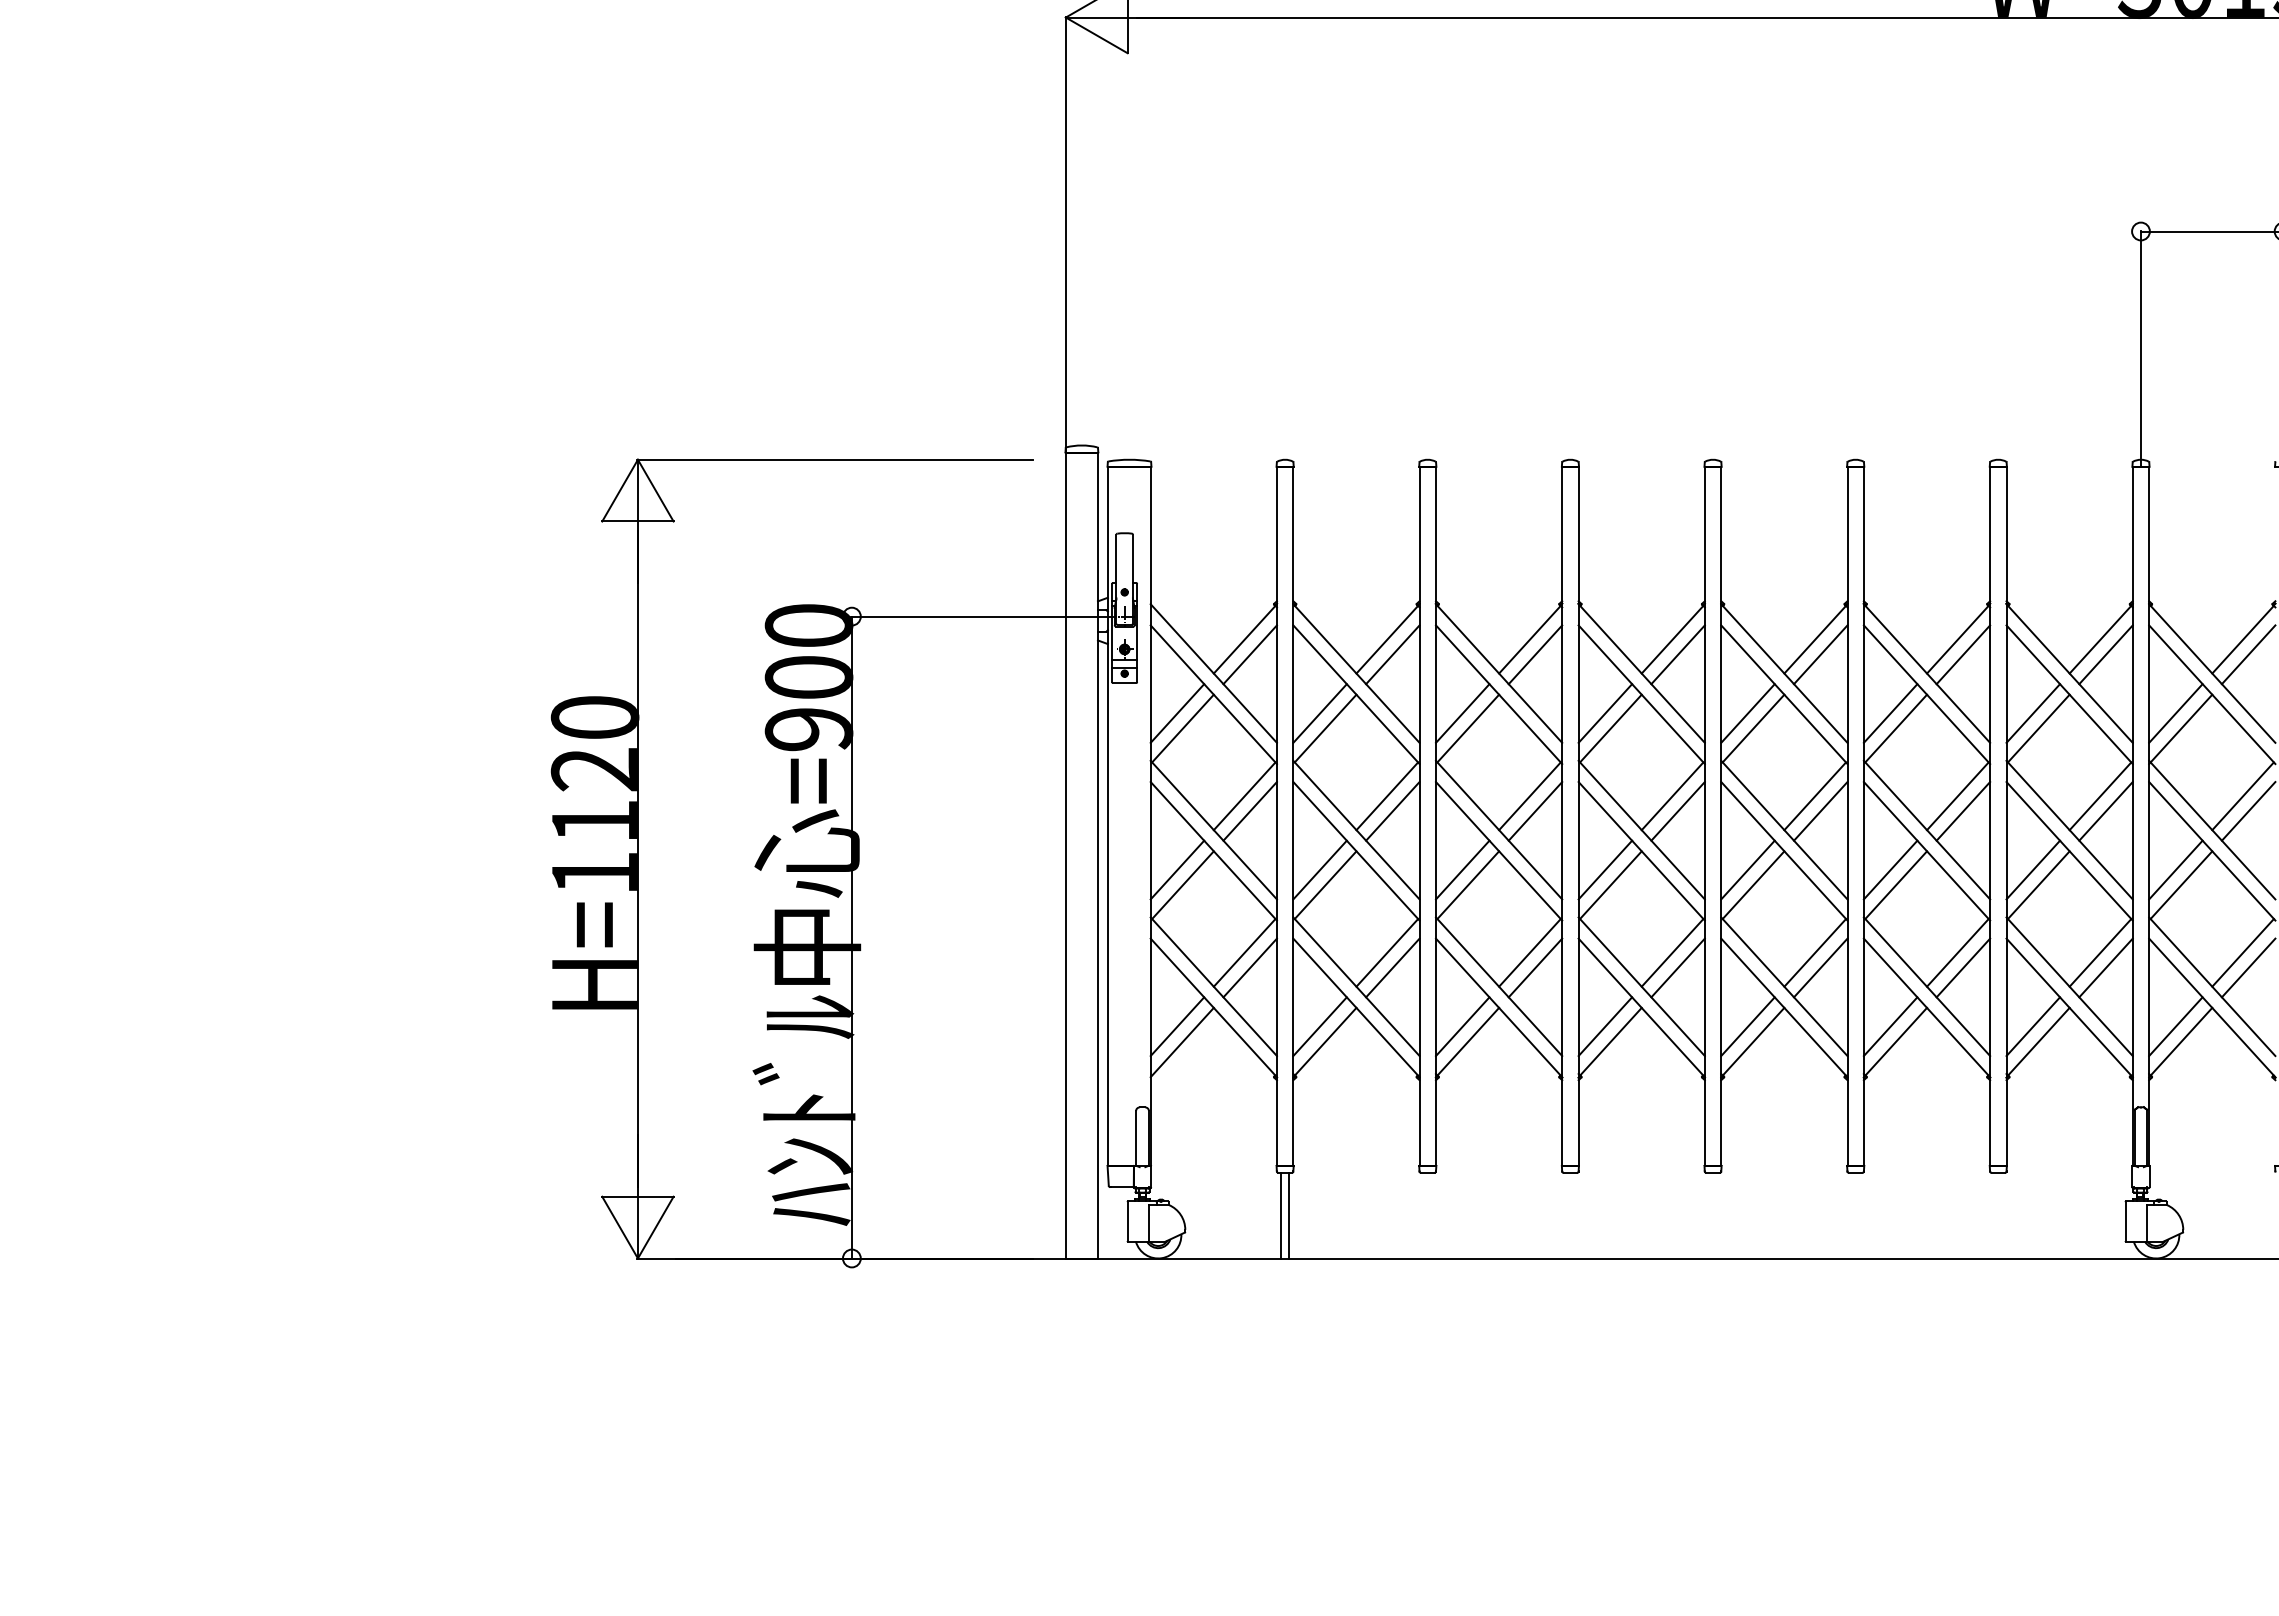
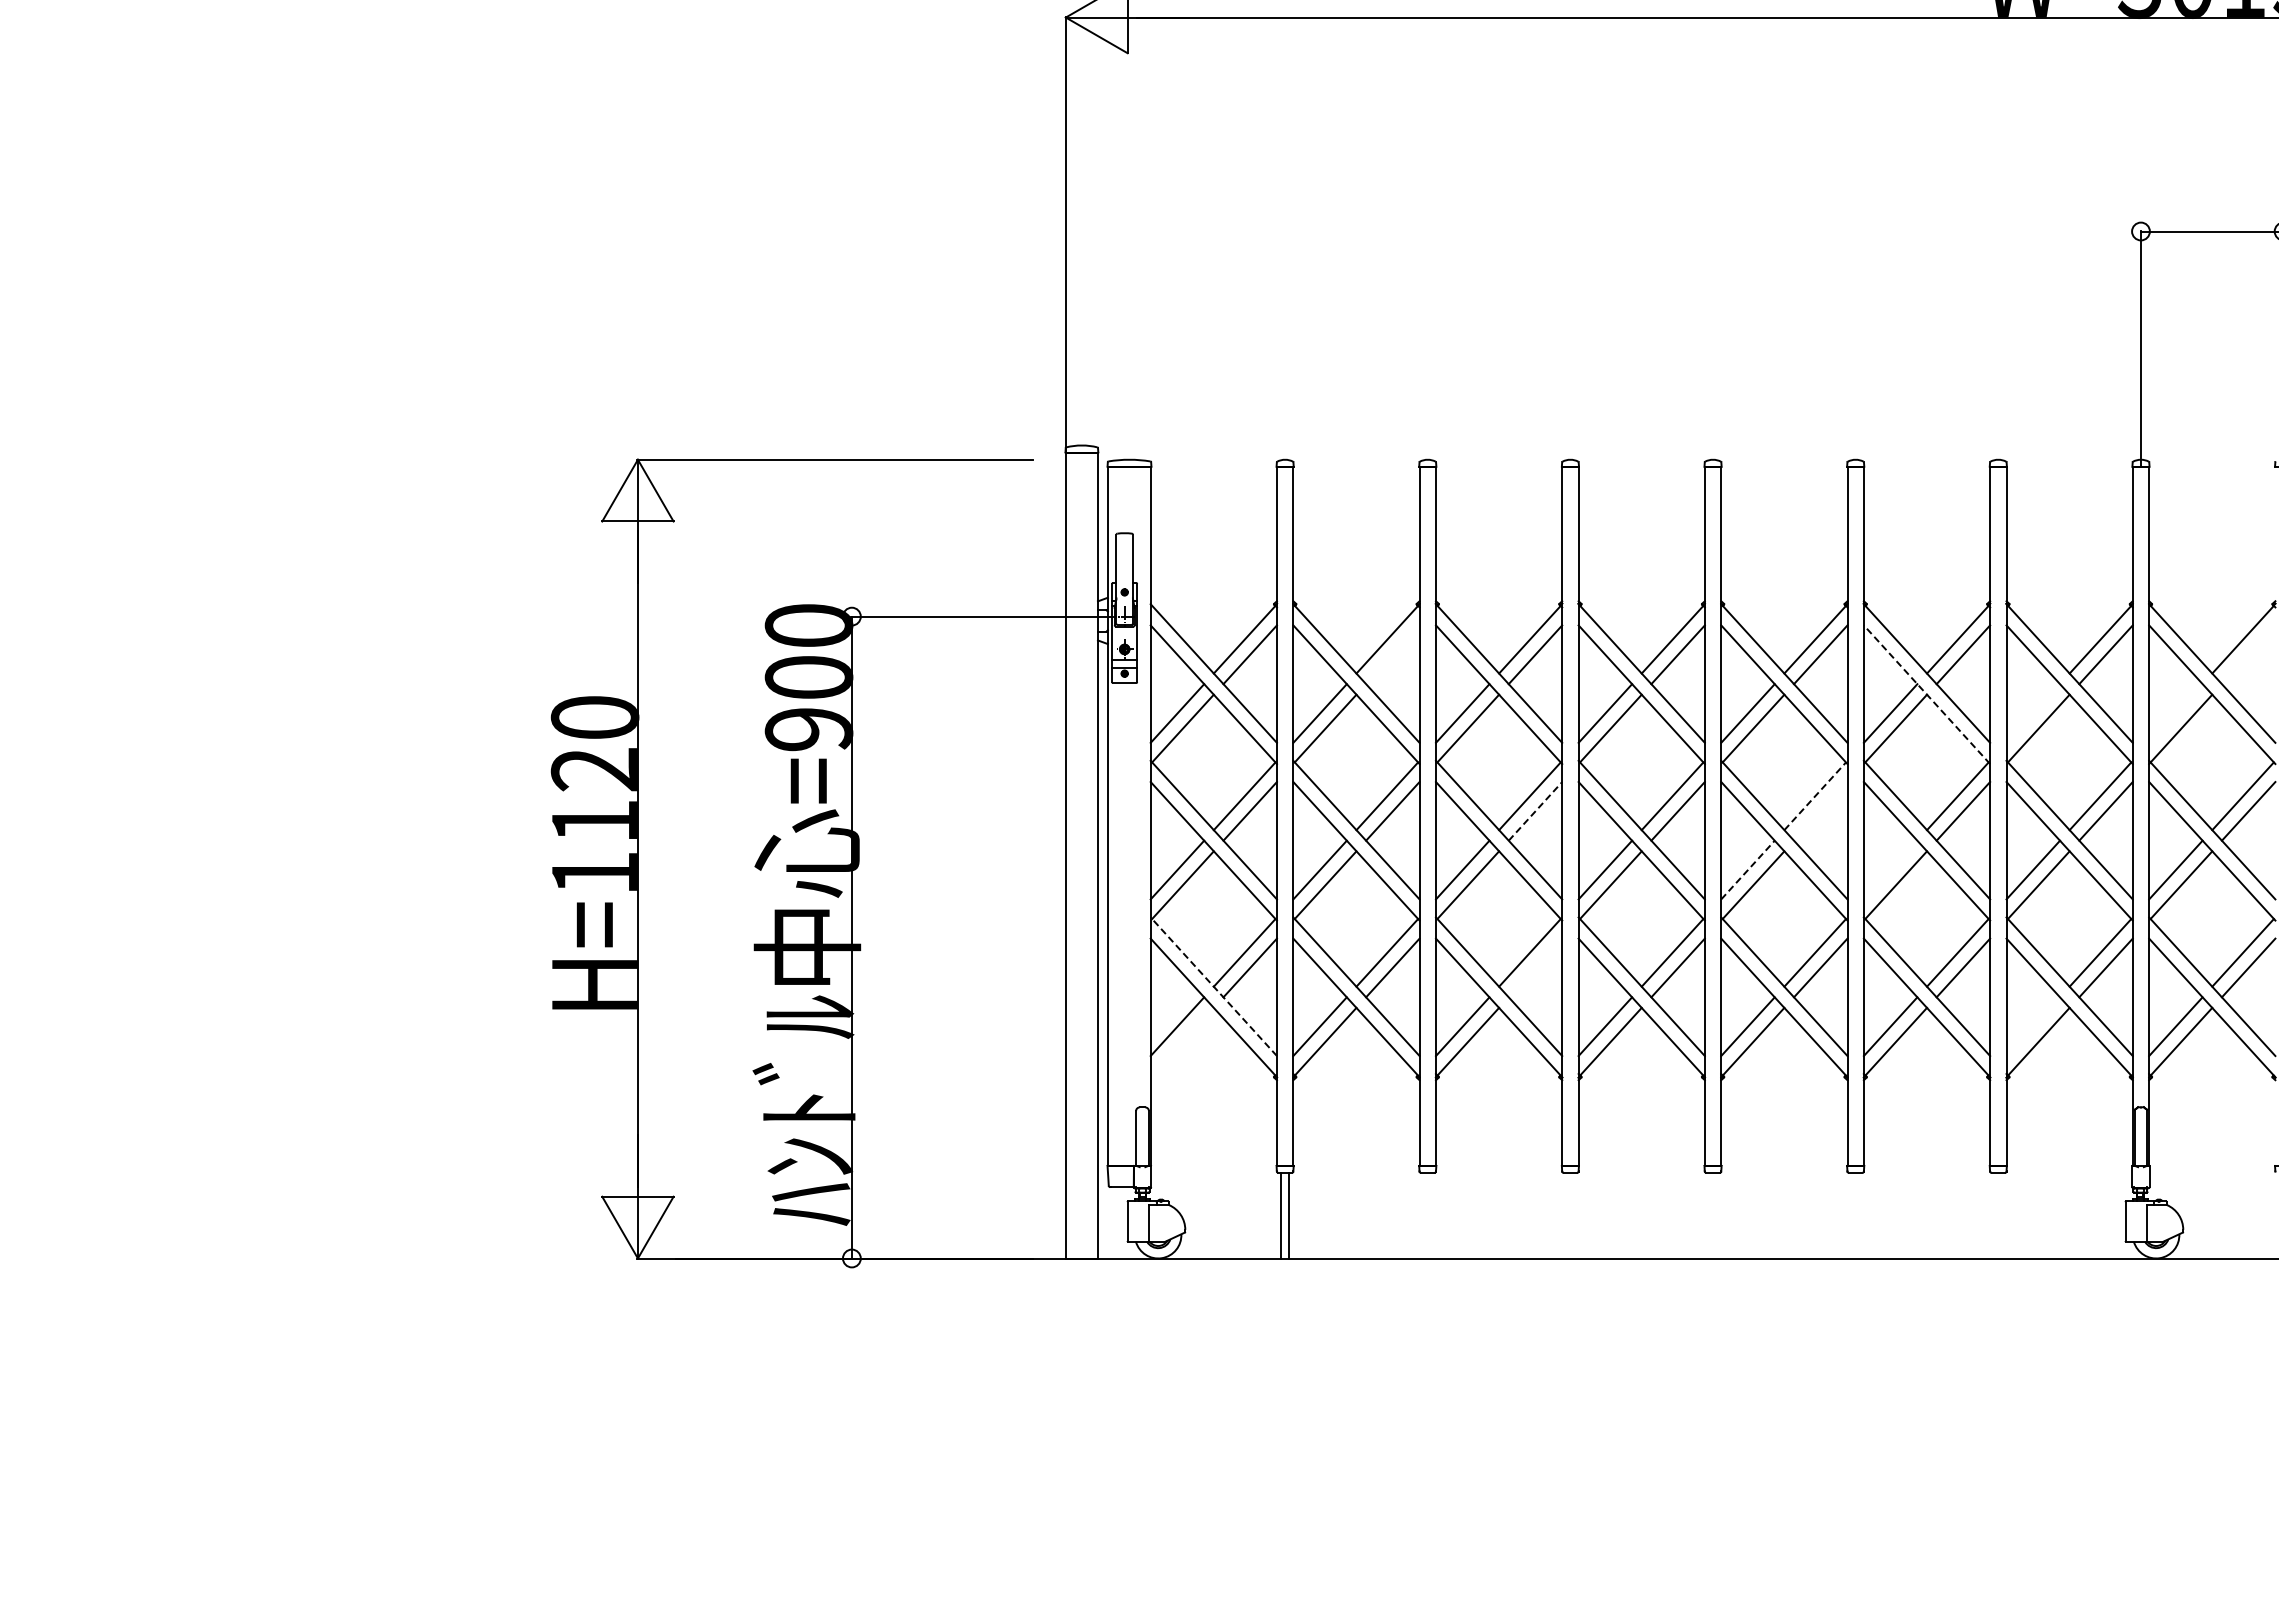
line at (1392, 654): present -> none
line at (2248, 654): present -> none
line at (1927, 694): solid -> dashed
line at (2033, 713): present -> none
line at (2175, 713): present -> none
line at (1815, 796): solid -> dashed
line at (1535, 811): solid -> dashed
line at (1820, 811): present -> none
line at (1890, 869): present -> none
line at (1748, 870): solid -> dashed
line at (1535, 967): present -> none
line at (1213, 986): solid -> dashed
line at (2033, 1026): present -> none
line at (1181, 1042): present -> none
